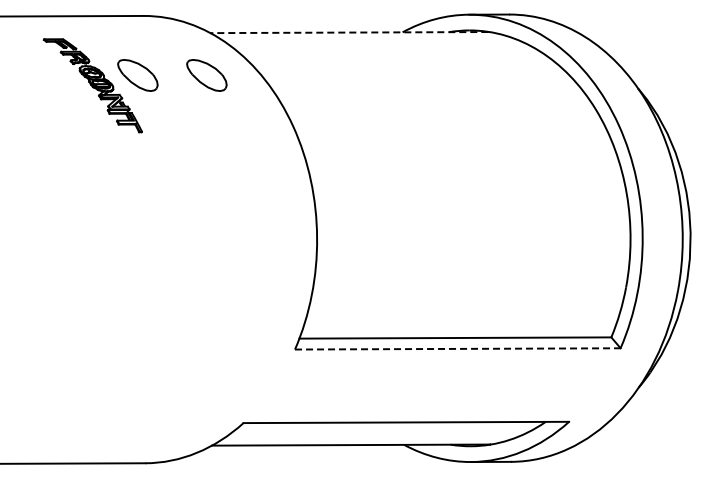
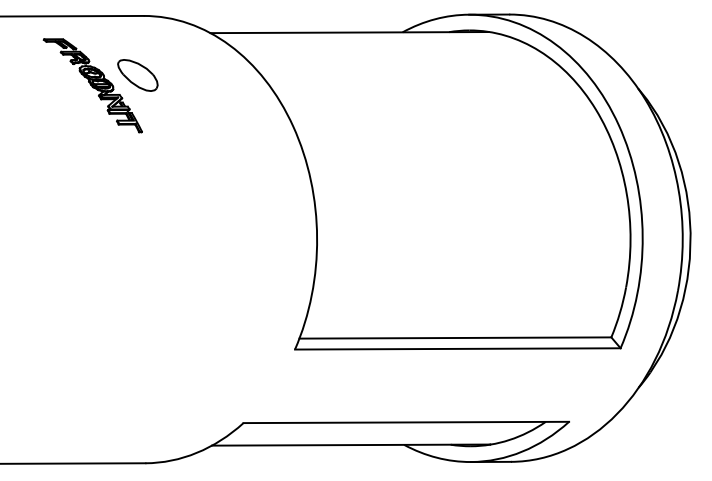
line at (349, 32): dashed -> solid
part at (206, 75): present -> none
line at (457, 348): dashed -> solid
